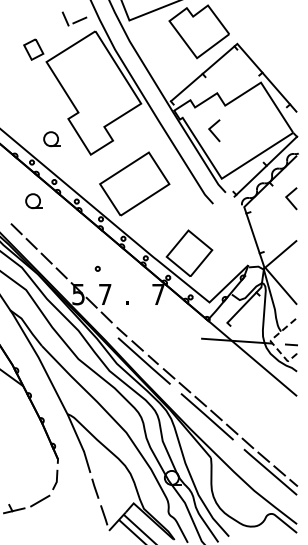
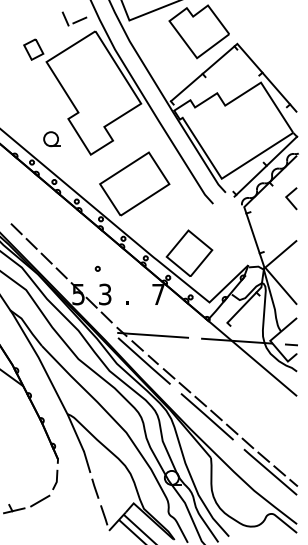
line at (212, 131): present -> none
part at (33, 201): present -> none
text at (105, 294): 7 -> 3
line at (153, 334): none -> present
line at (271, 342): dashed -> solid
